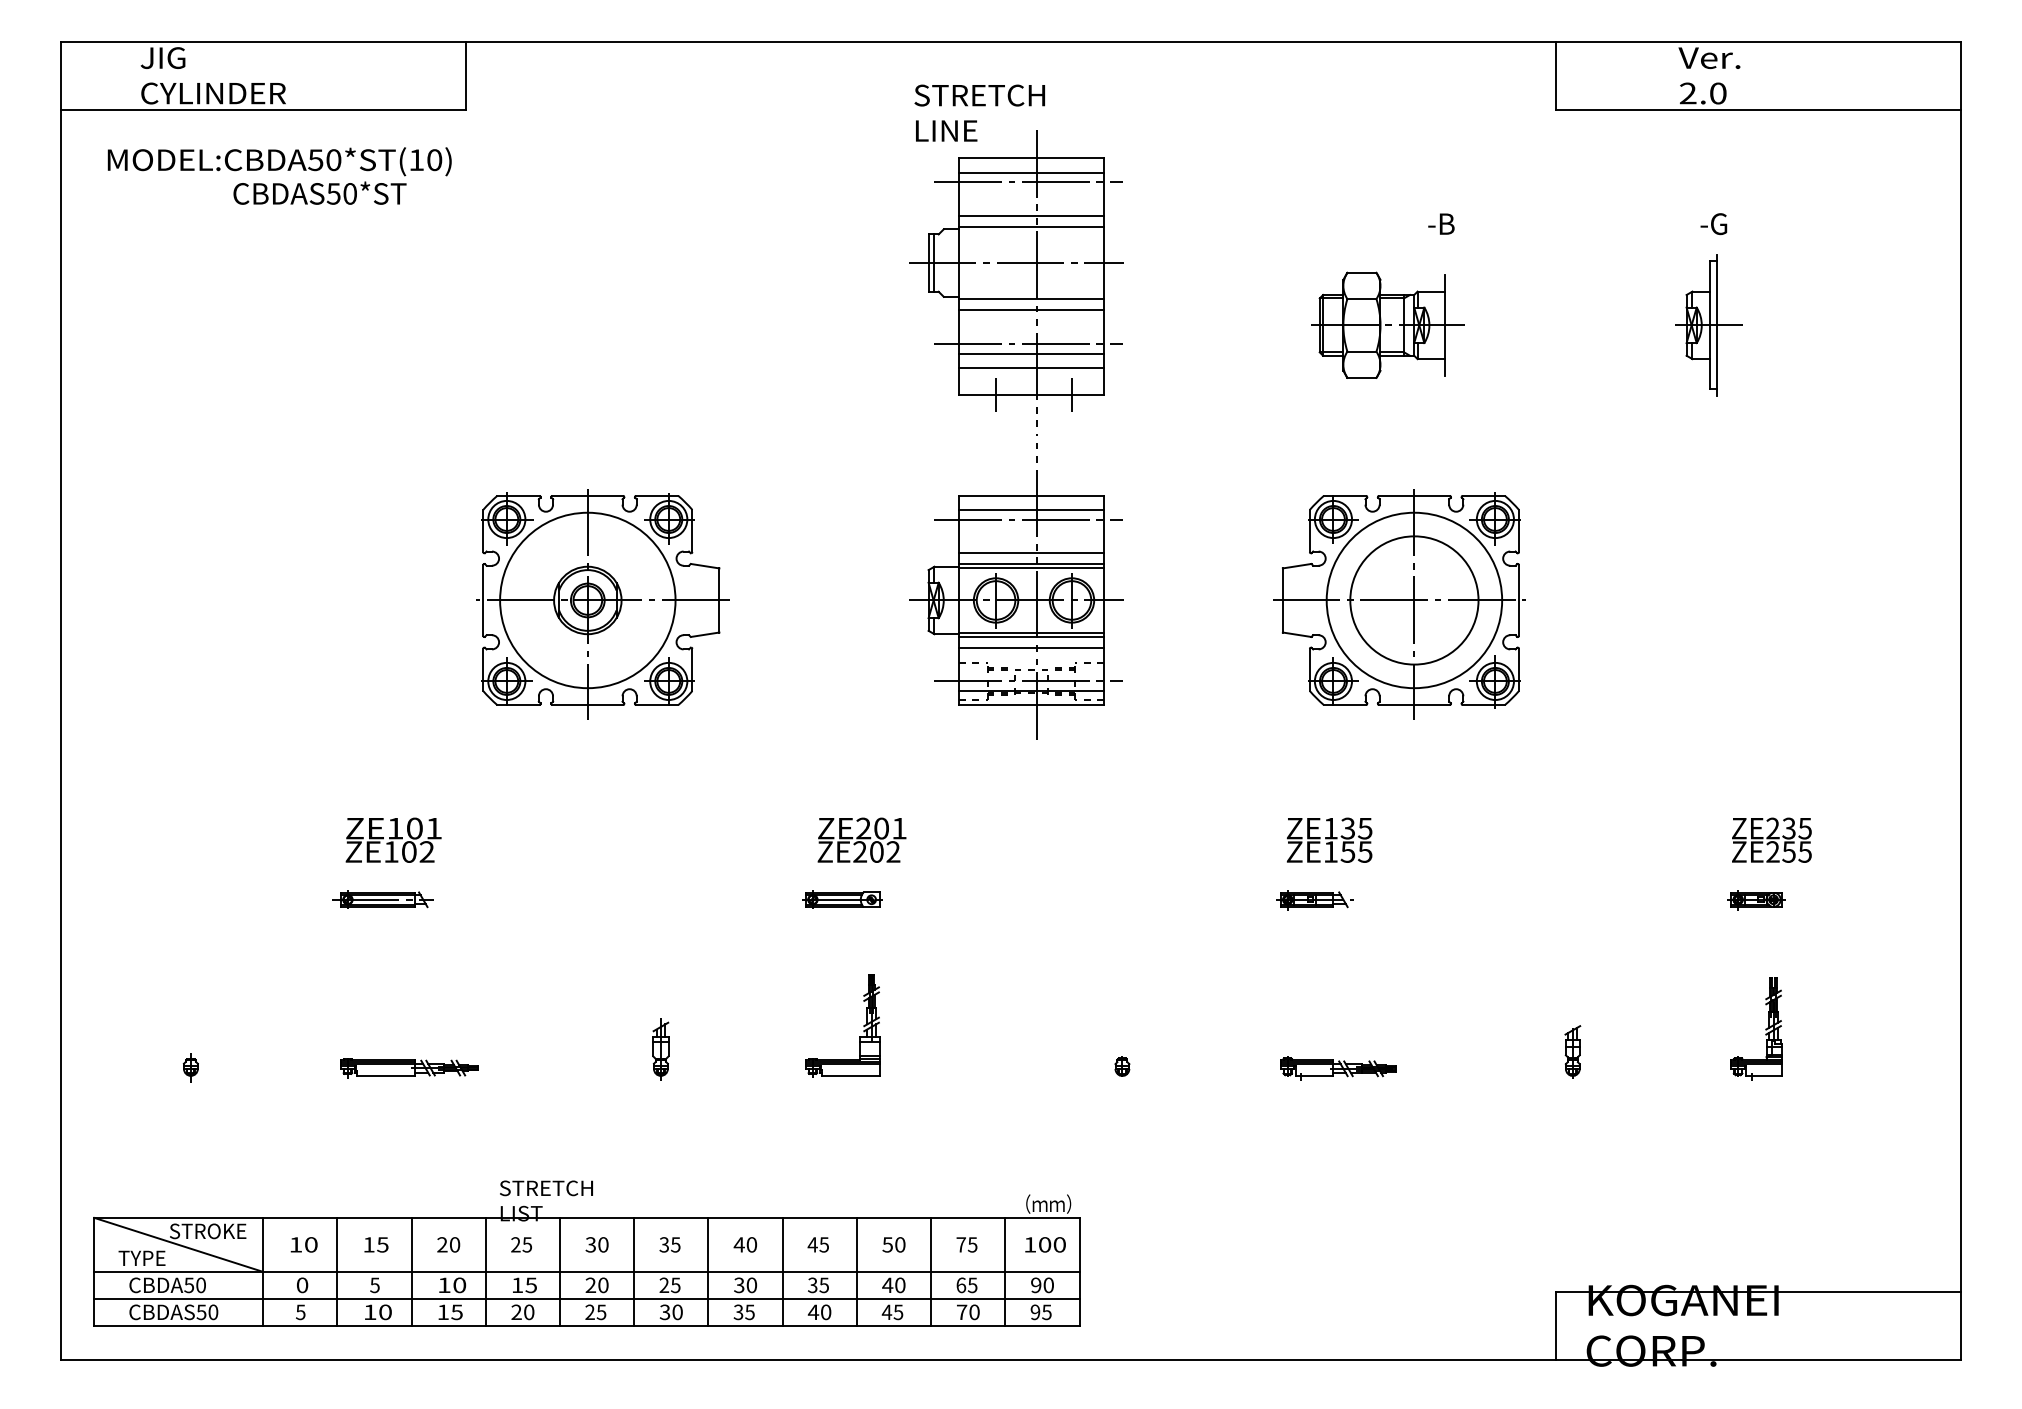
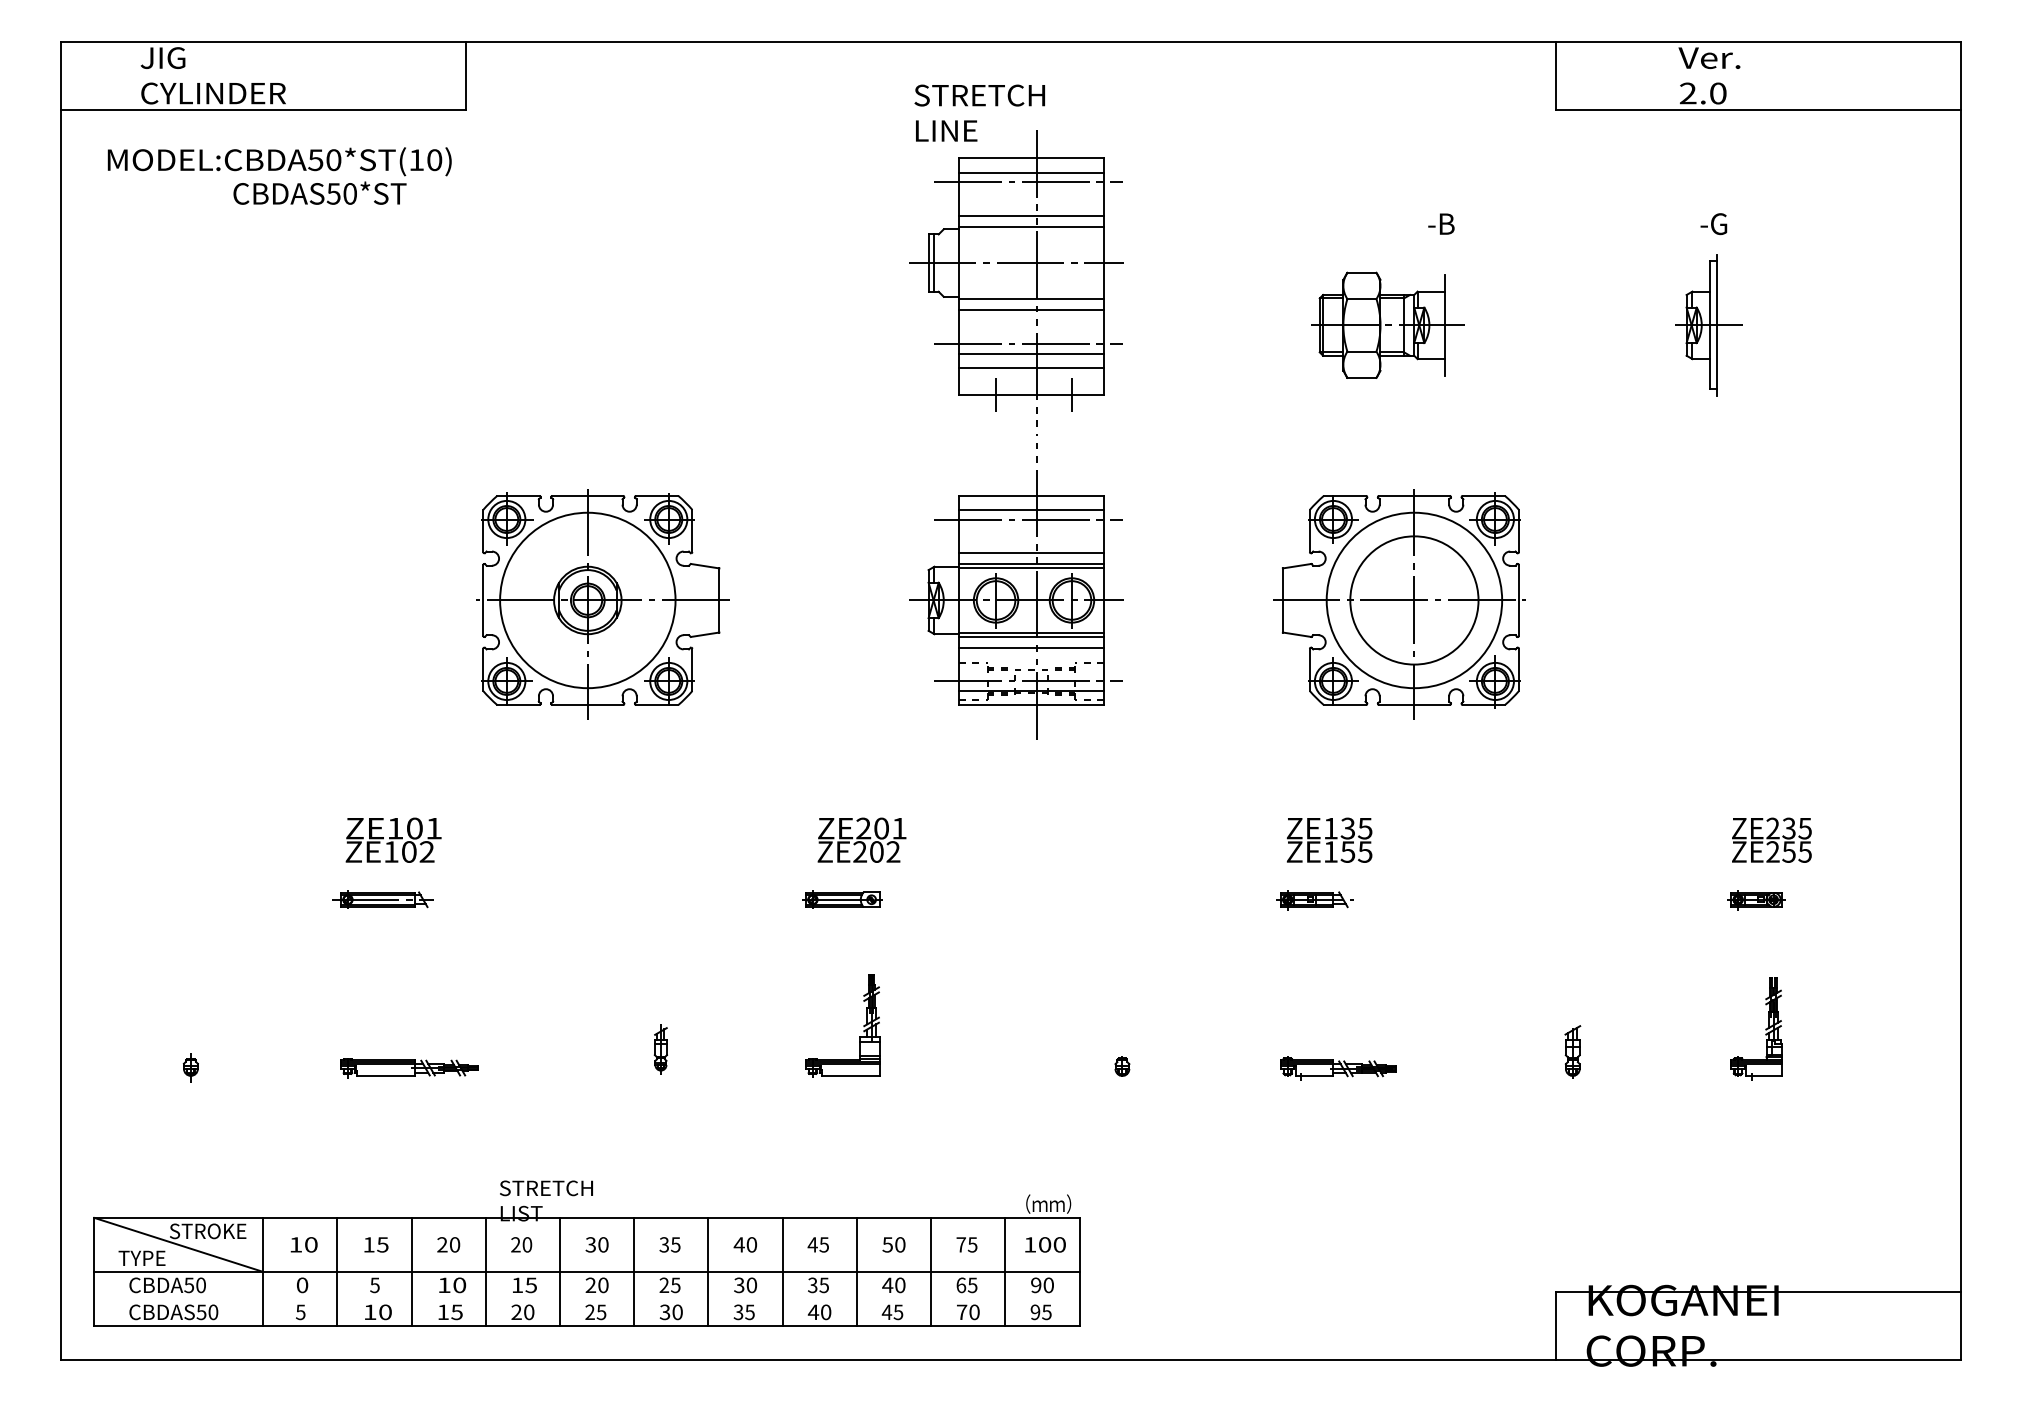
part at (660, 1049) size: 18x63 px -> 15x51 px
text at (527, 1244): 25 -> 20
line at (586, 1298): present -> none
